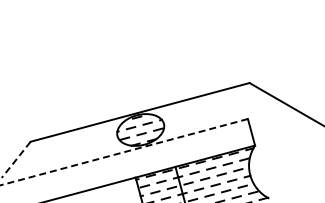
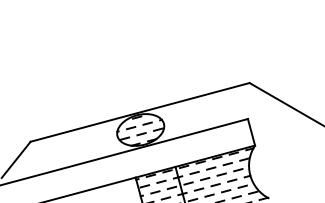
line at (124, 152): dashed -> solid
line at (15, 160): dashed -> solid
